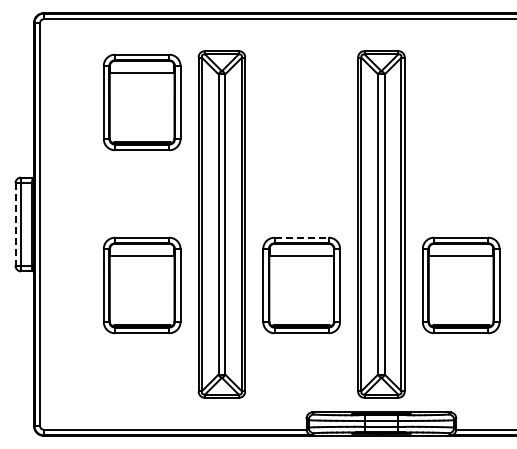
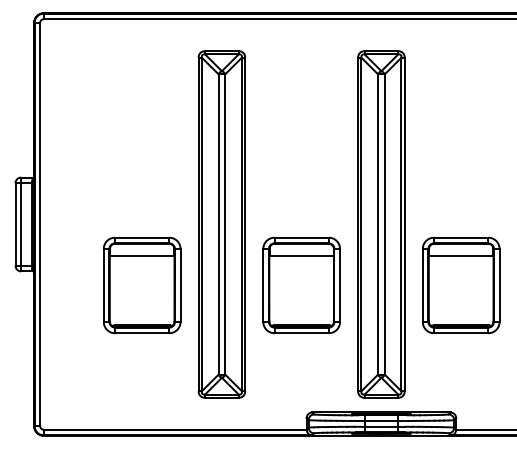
part at (141, 102): present -> none
line at (15, 224): dashed -> solid
line at (302, 237): dashed -> solid
